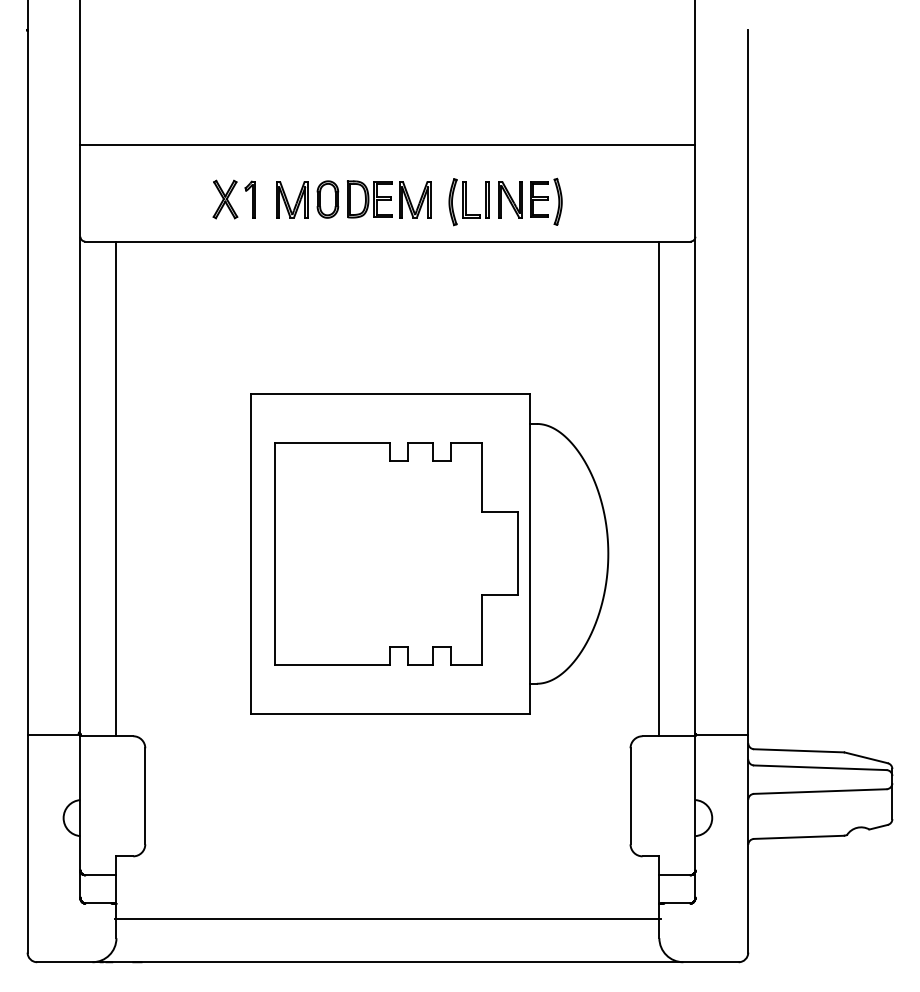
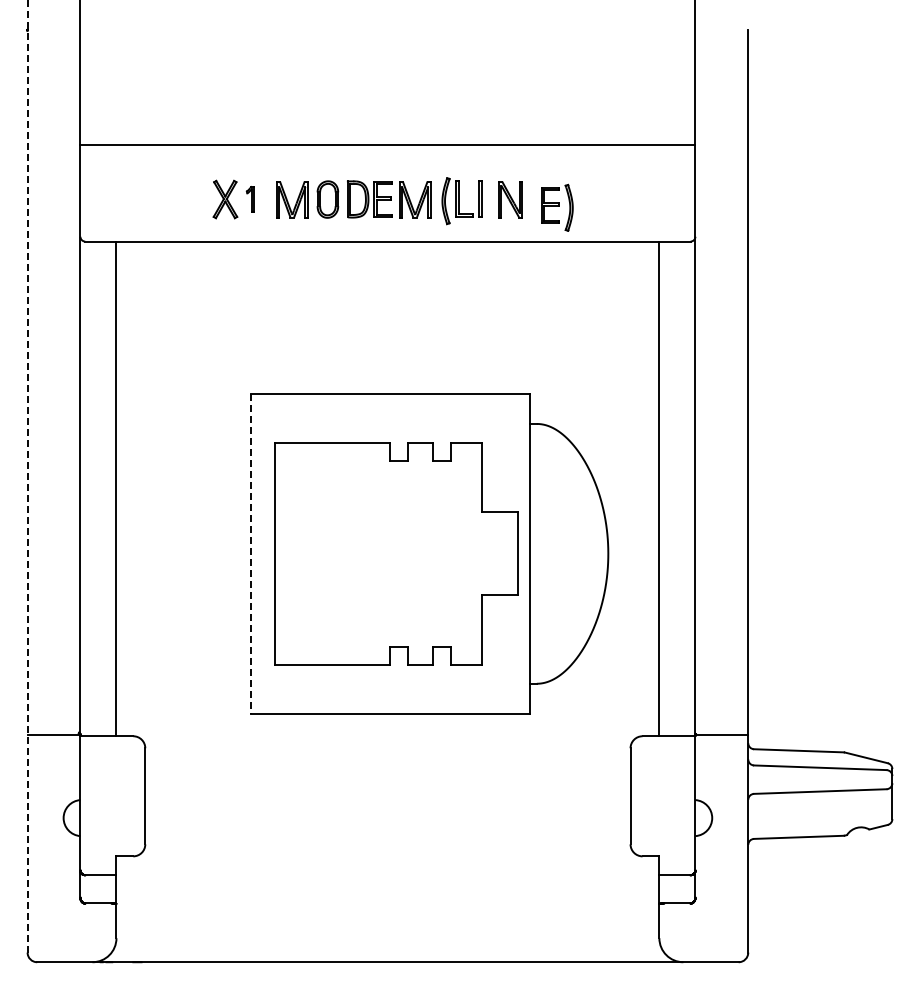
part at (249, 199) size: 12x39 px -> 10x27 px
part at (546, 201) position: (546, 201) -> (557, 207)
part at (468, 202) position: (468, 202) -> (461, 201)
line at (27, 476): solid -> dashed
line at (251, 553): solid -> dashed
line at (387, 918): present -> none
